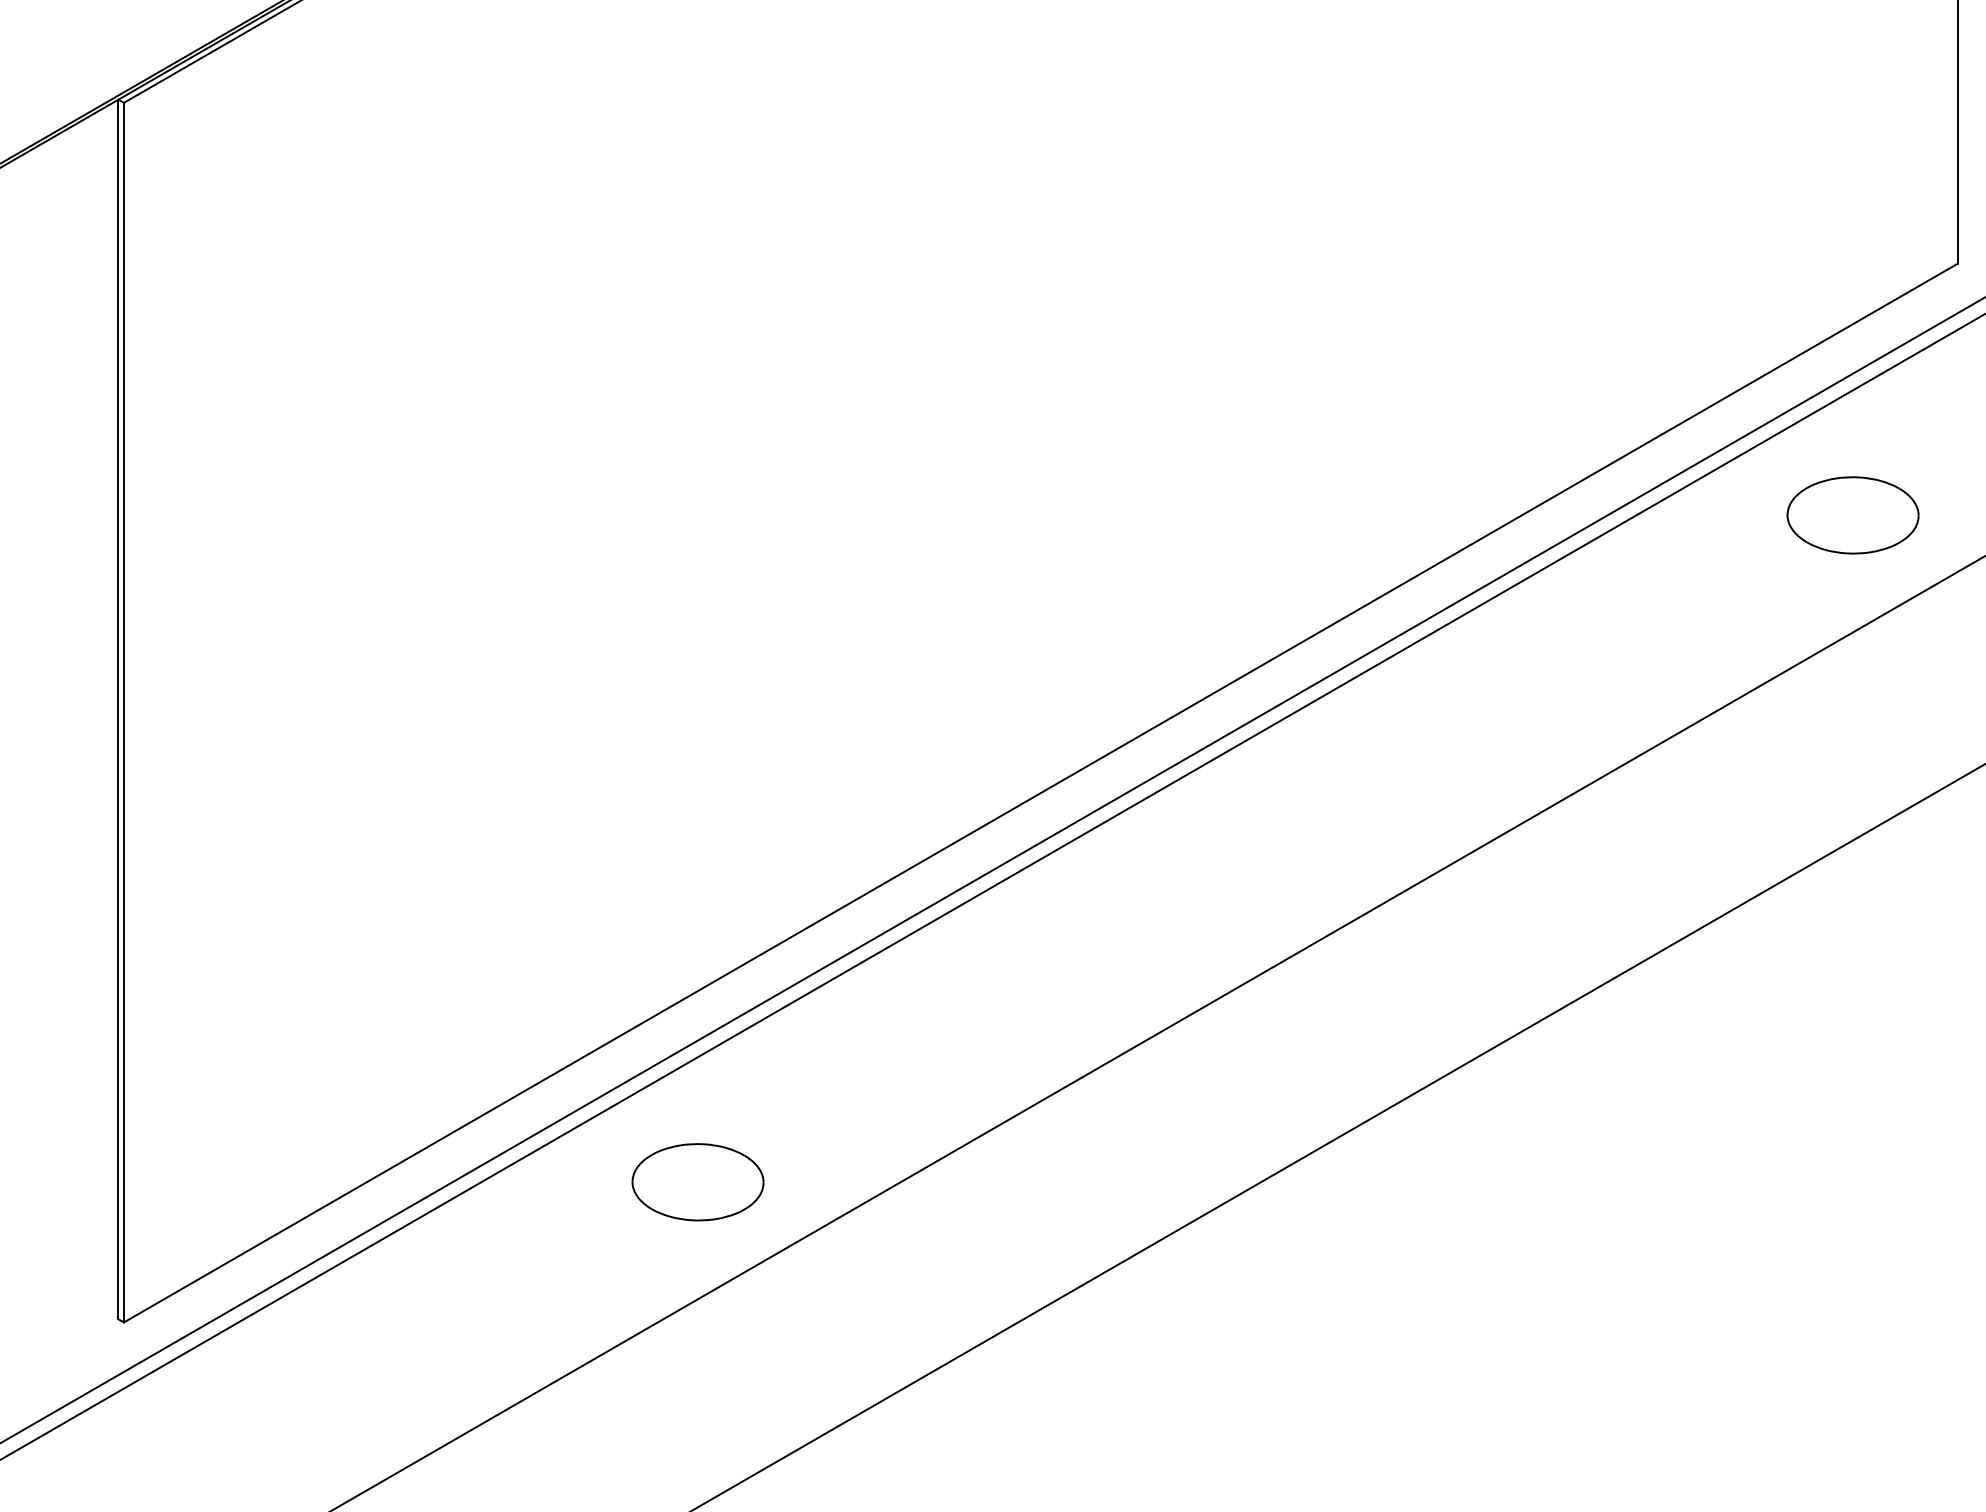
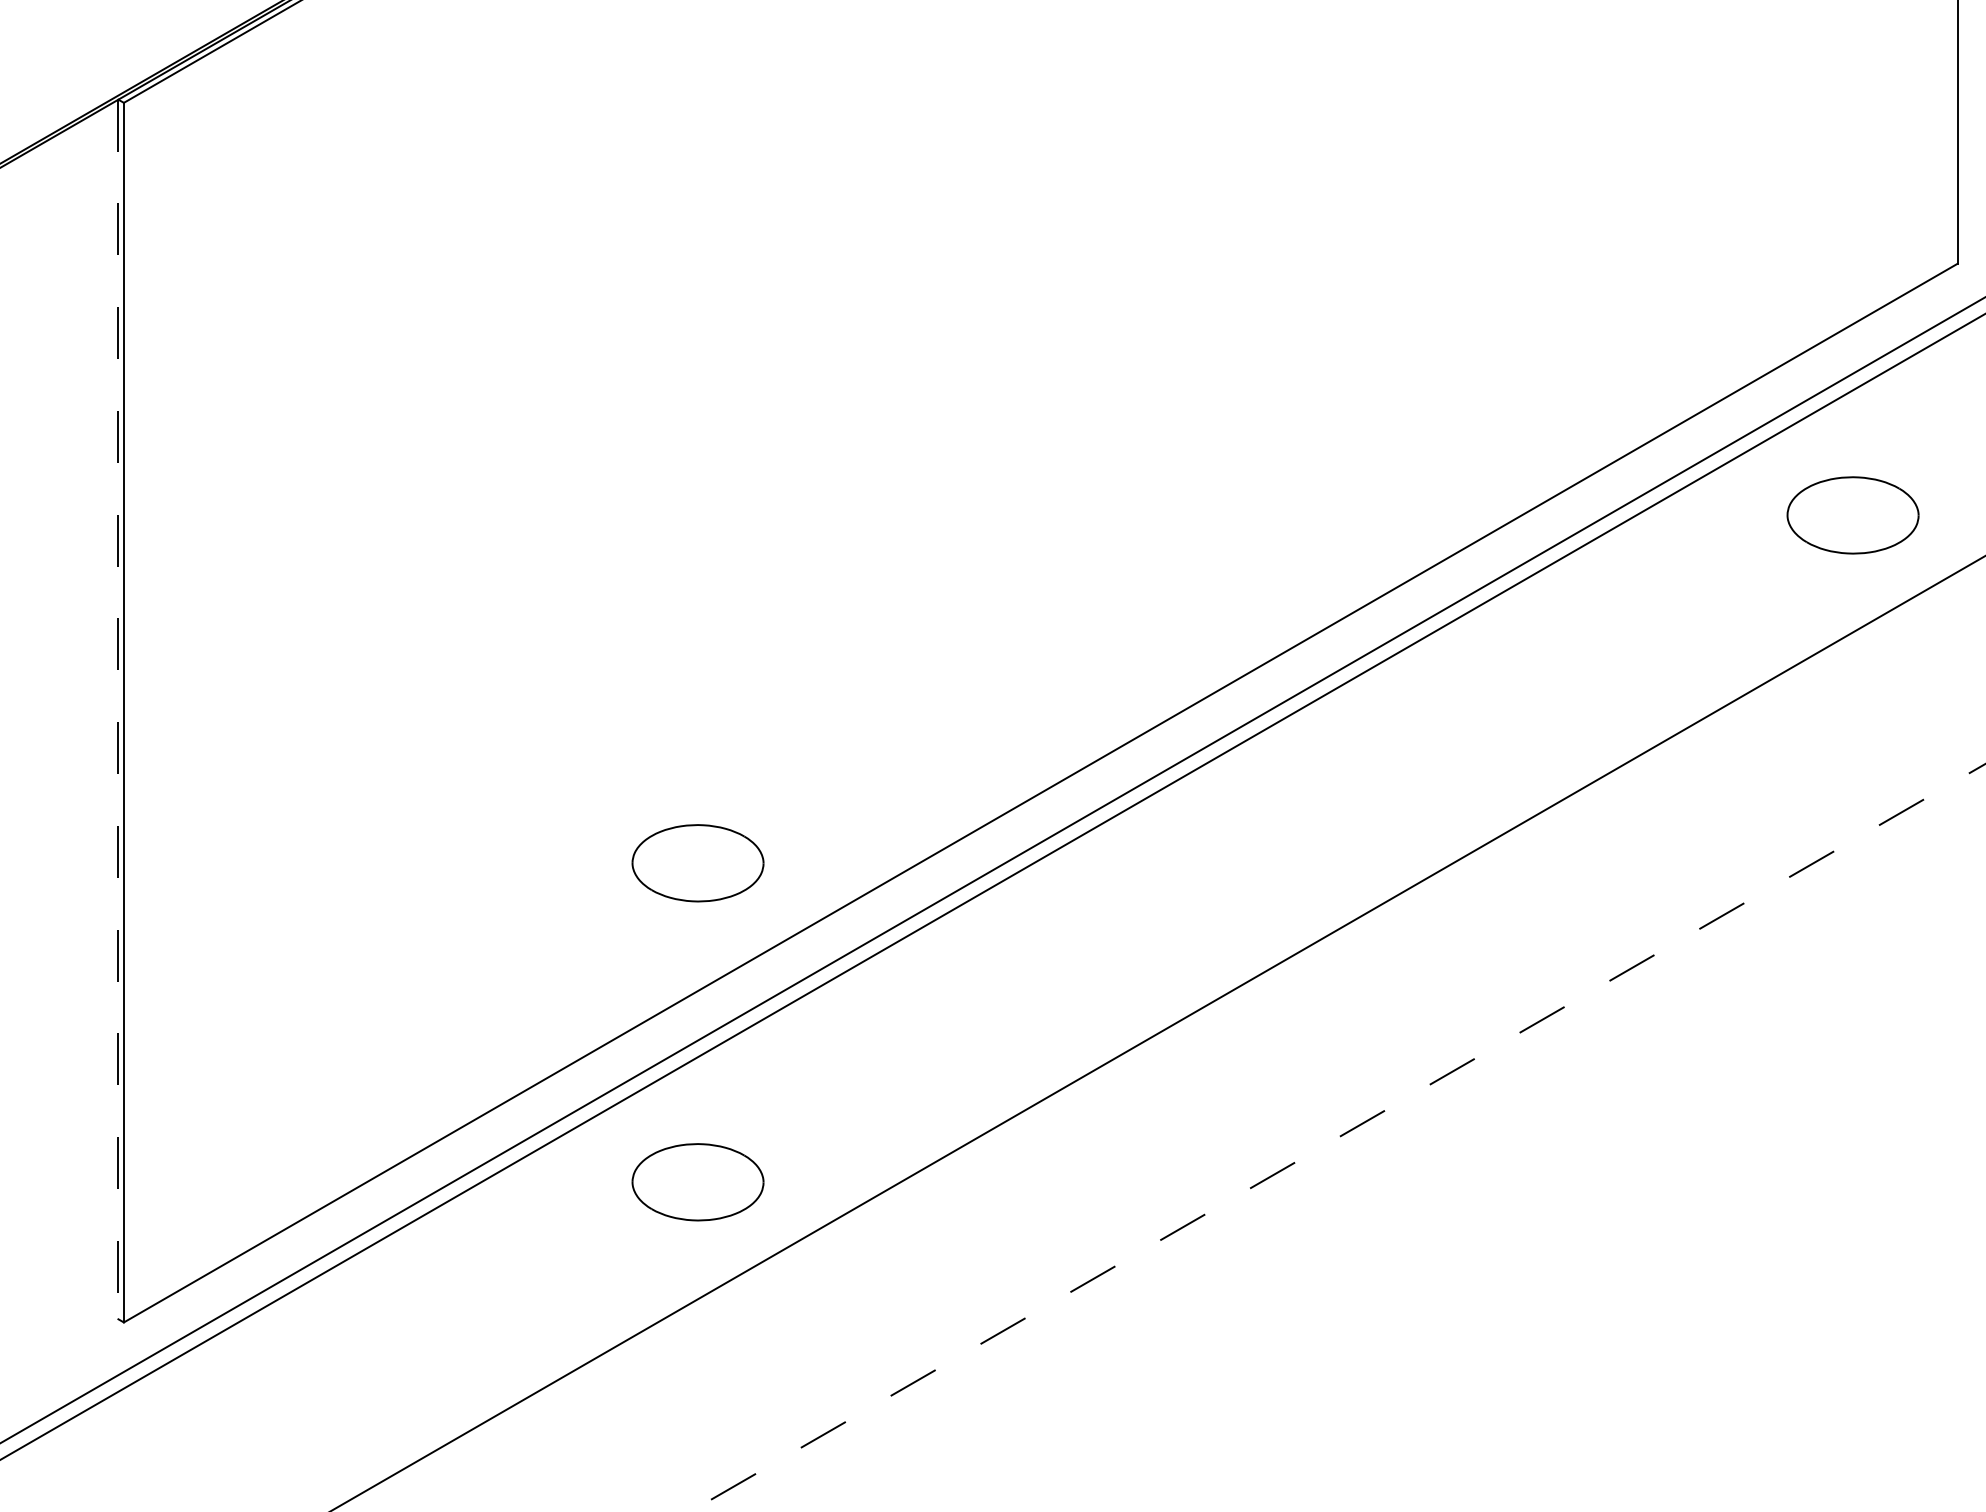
line at (118, 709): solid -> dashed
part at (697, 863): none -> present
line at (1337, 1138): solid -> dashed
